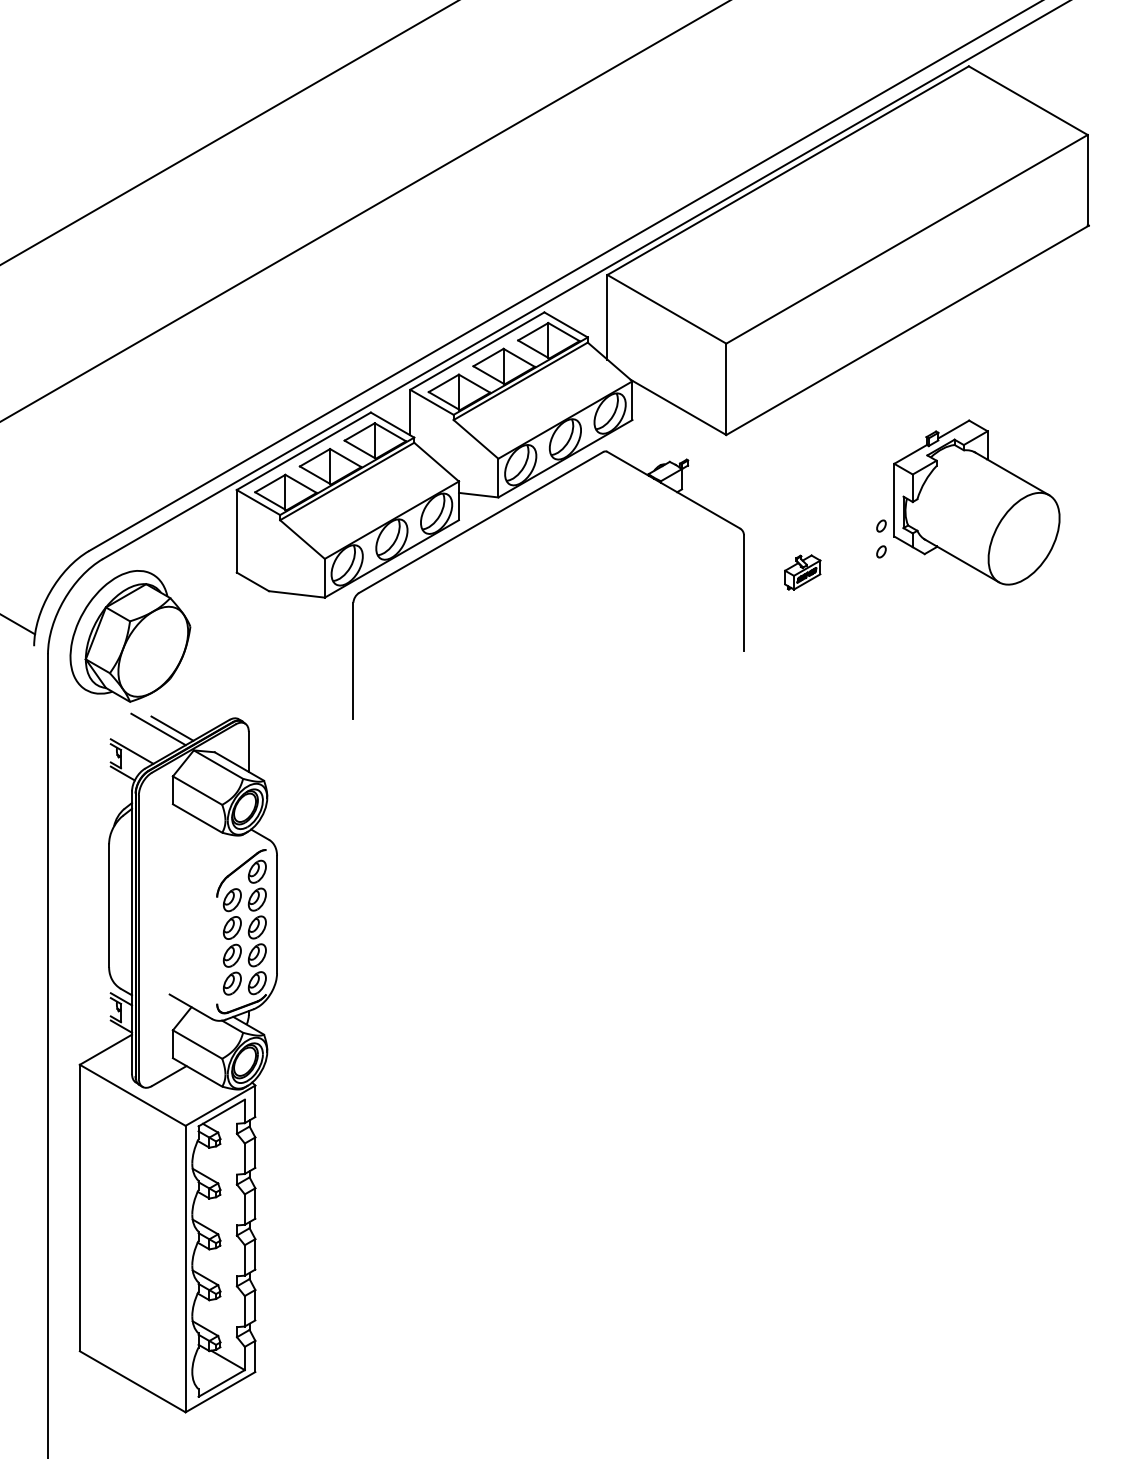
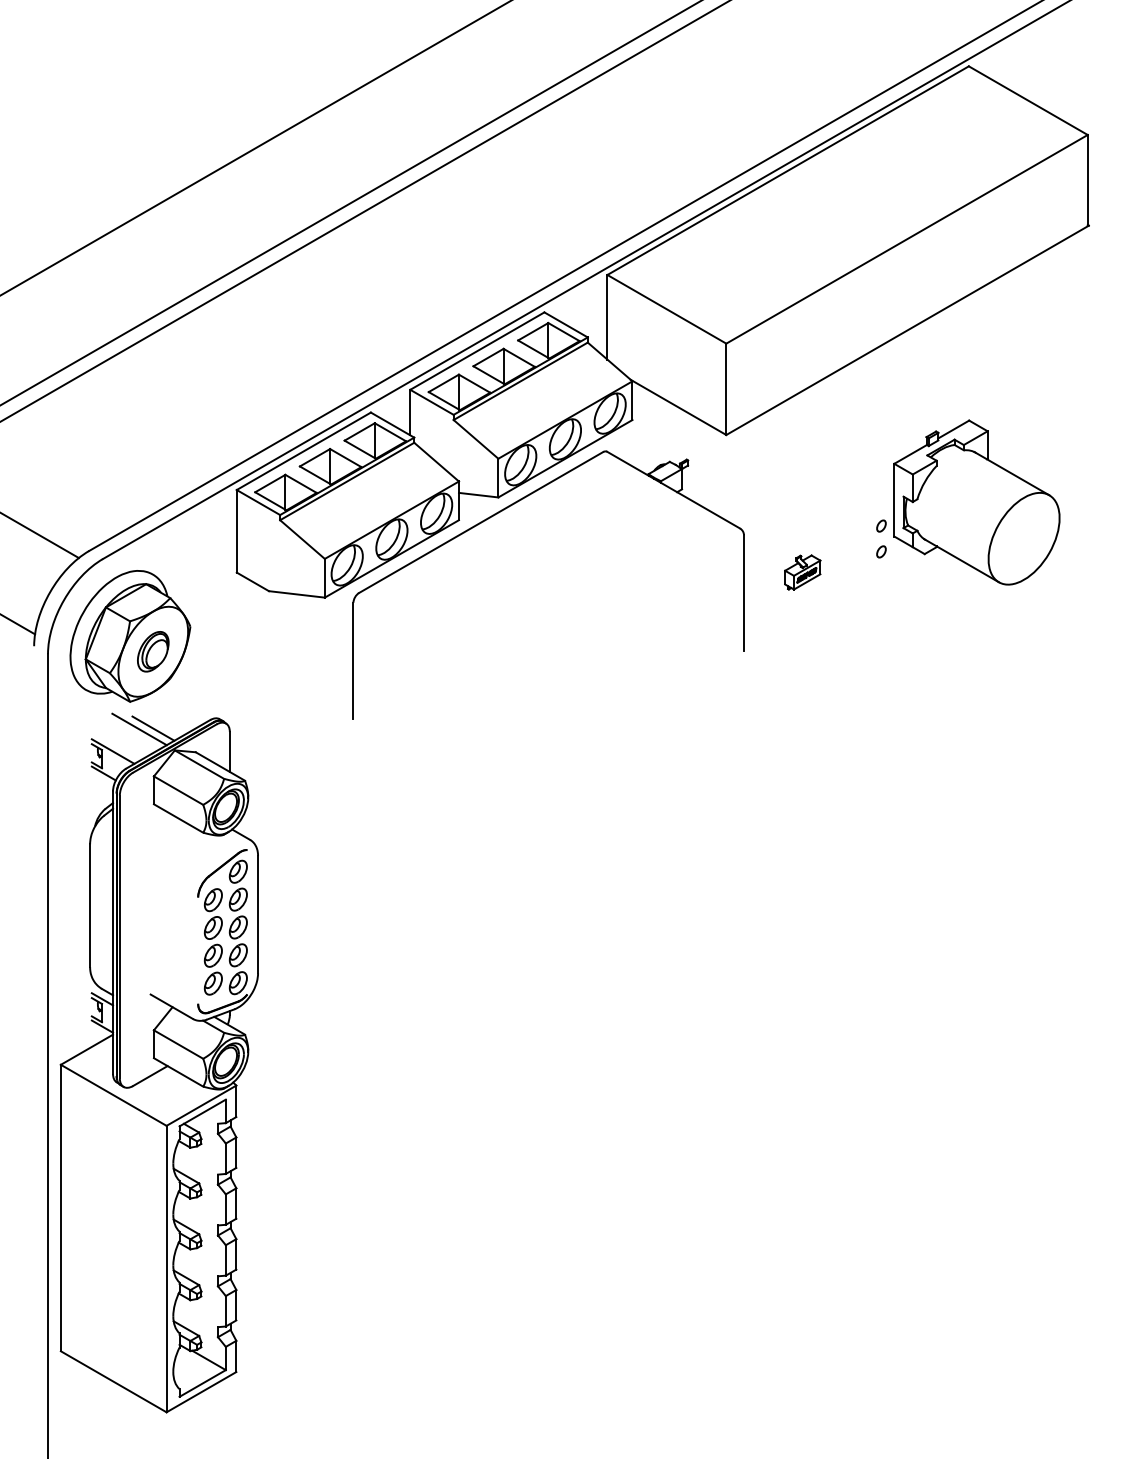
line at (229, 133) position: (229, 133) -> (255, 148)
line at (350, 203): none -> present
line at (40, 535): none -> present
part at (153, 651): none -> present
part at (177, 1062) position: (177, 1062) -> (158, 1062)
